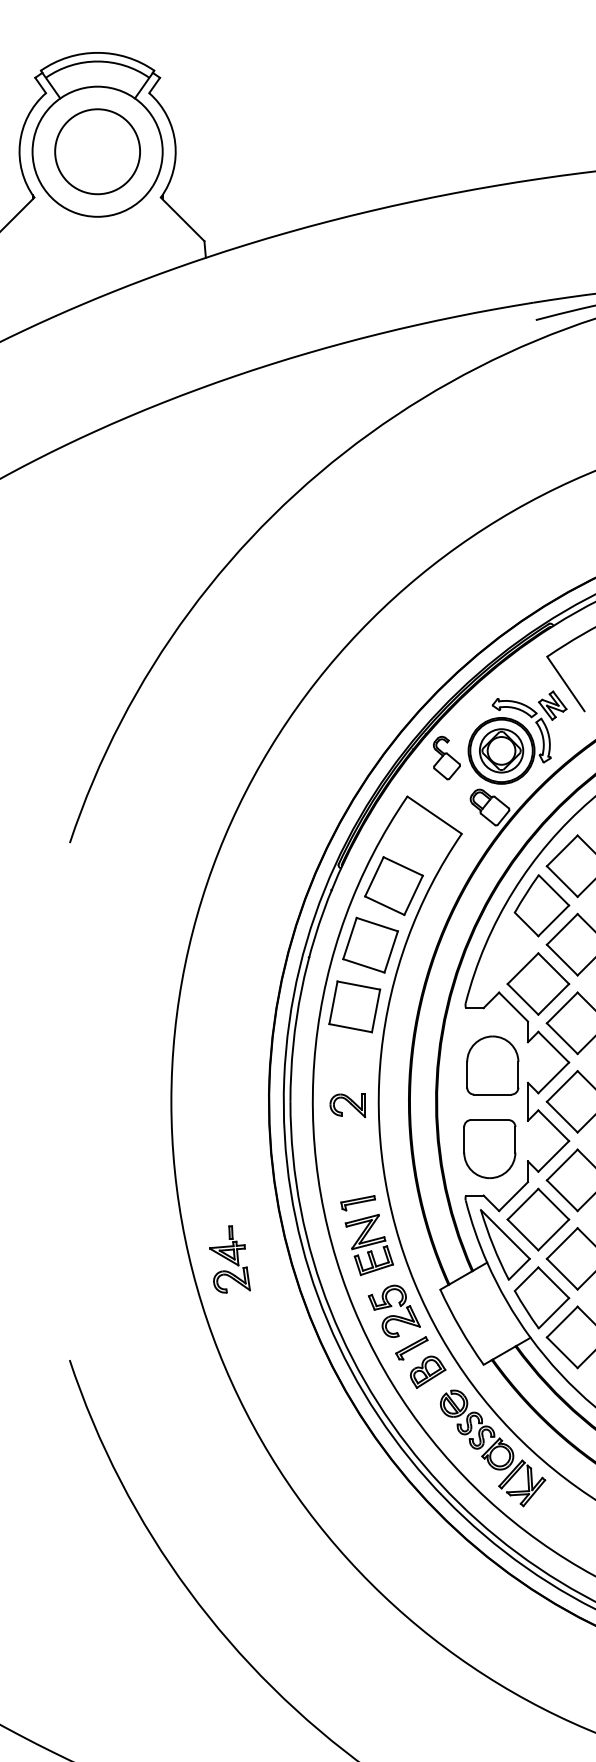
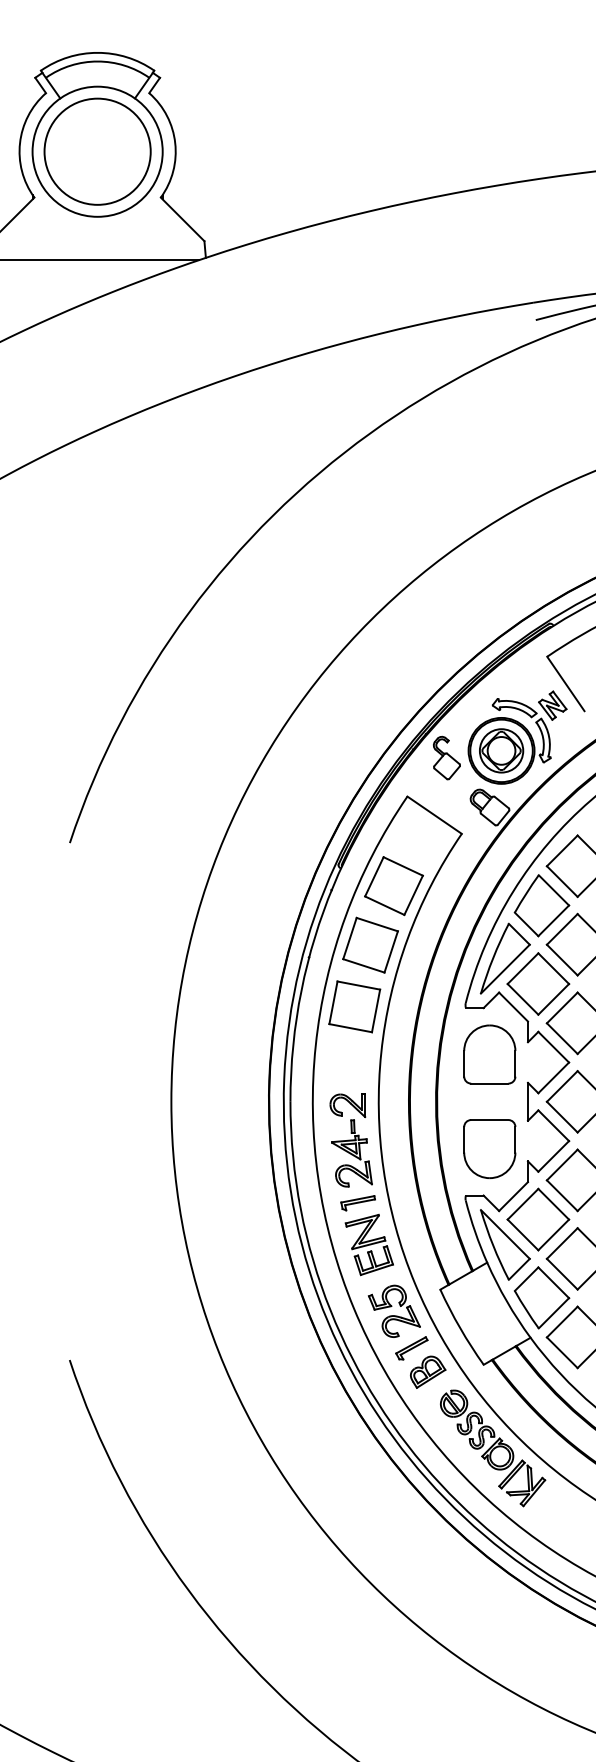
circle at (97, 151) diameter: 85 px -> 106 px
line at (100, 260): none -> present
part at (504, 958): none -> present
part at (492, 1065) position: (492, 1065) -> (489, 1054)
part at (229, 1259) position: (229, 1259) -> (351, 1153)
